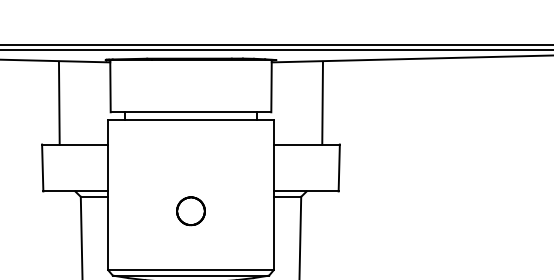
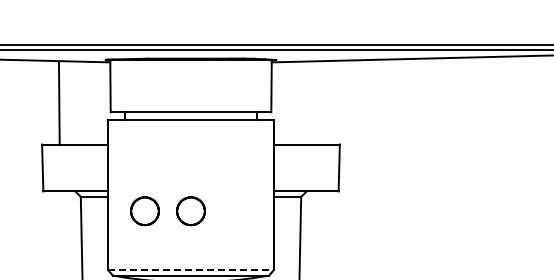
line at (322, 102): present -> none
part at (144, 211): none -> present
line at (190, 270): solid -> dashed
